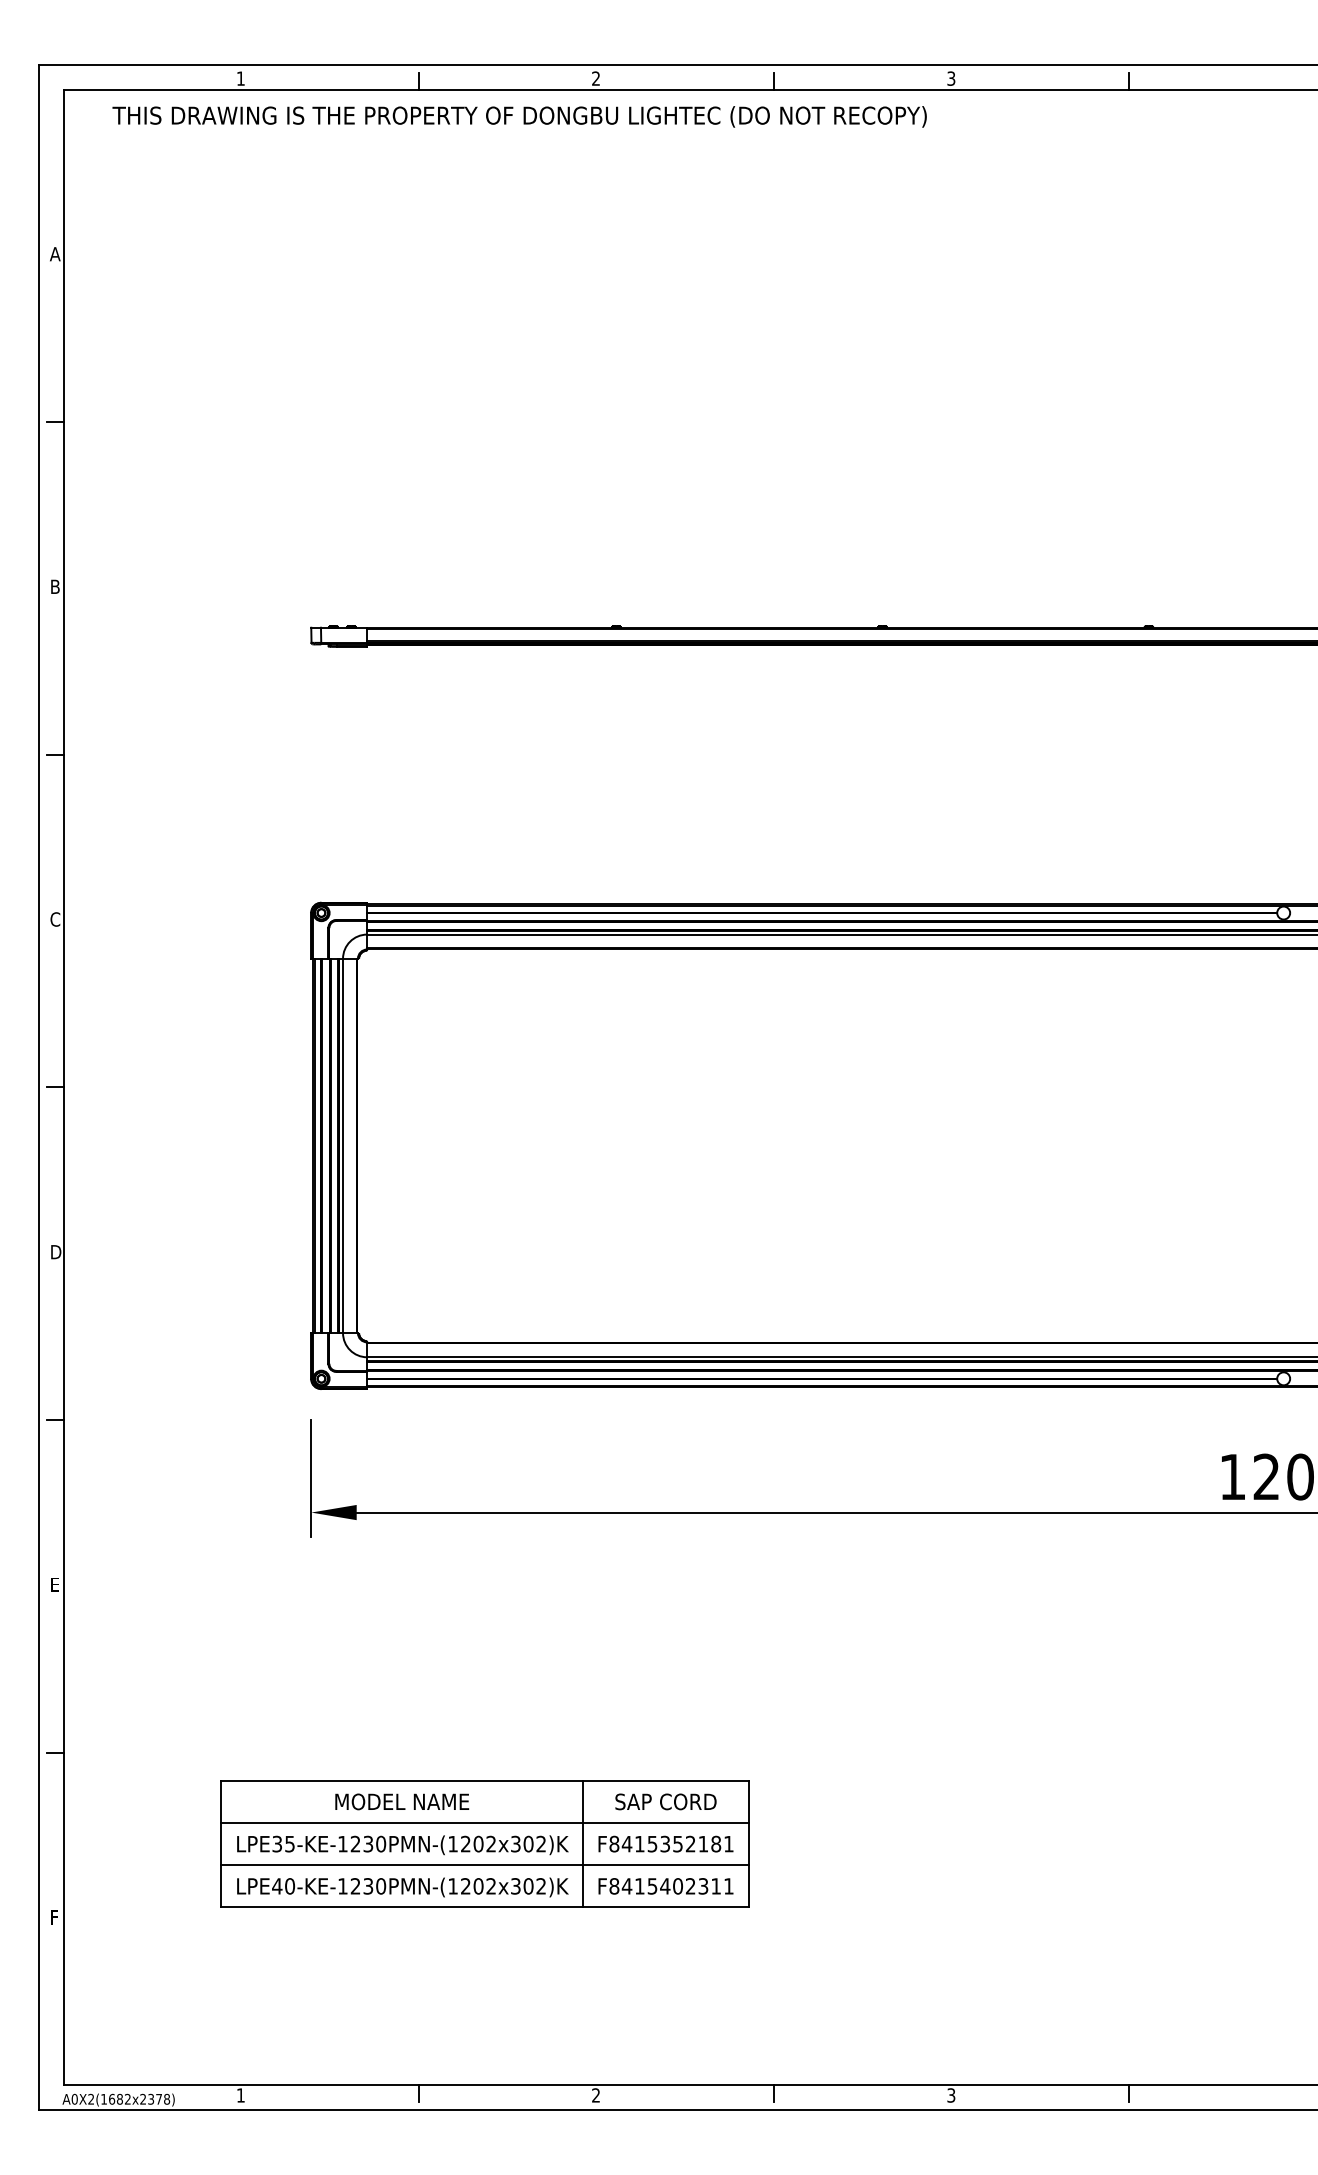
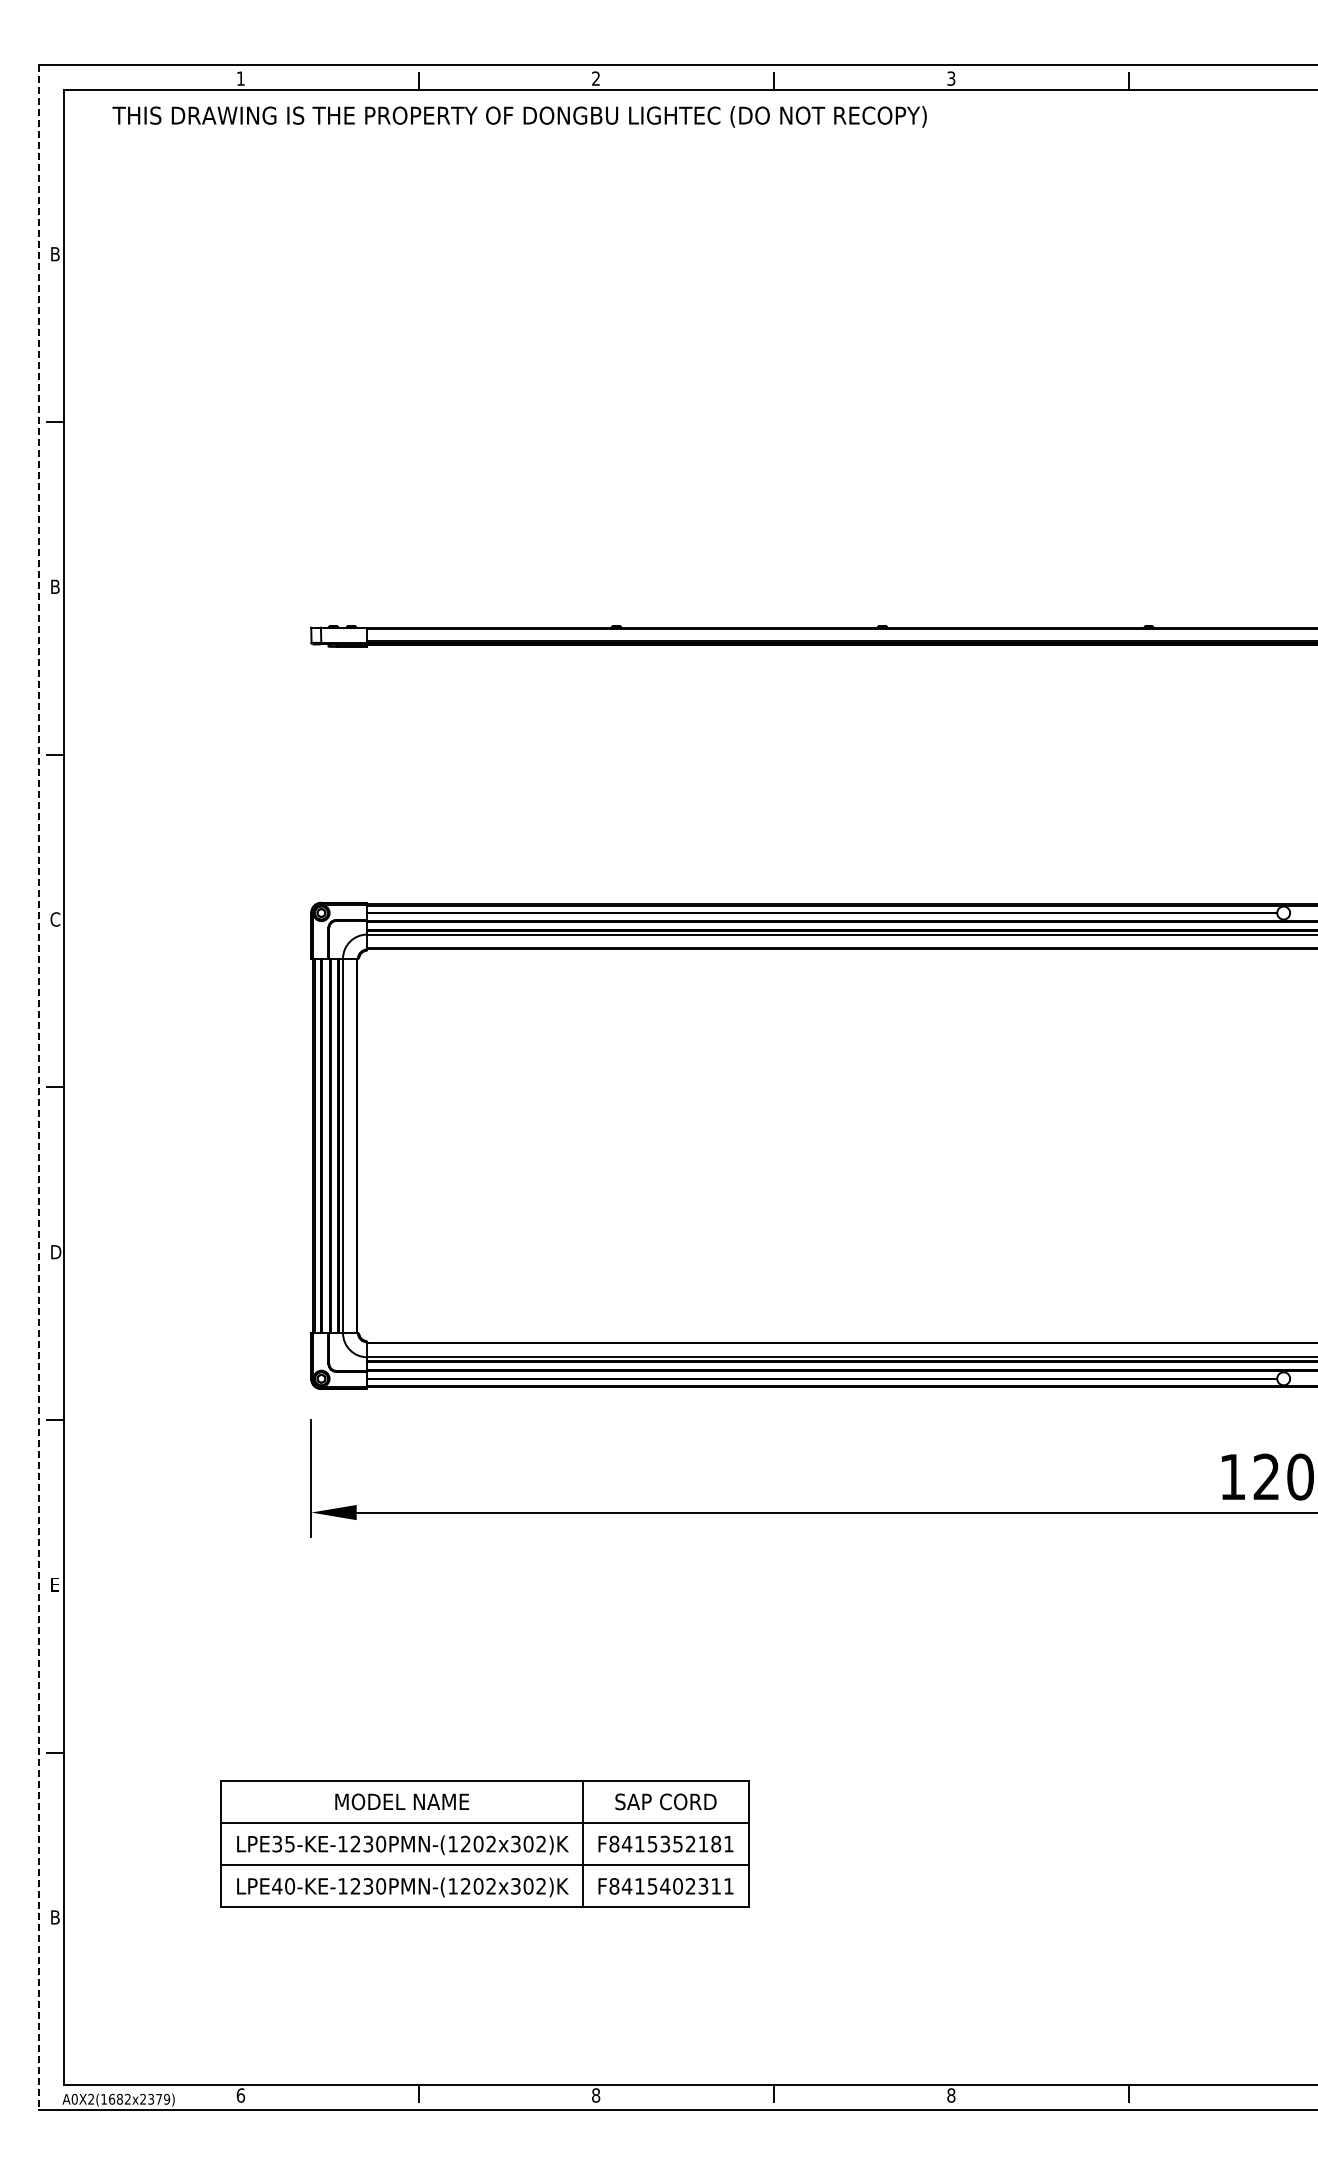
text at (55, 254): A -> B
line at (39, 1088): solid -> dashed
text at (55, 1917): F -> B
text at (240, 2095): 1 -> 6
text at (596, 2095): 2 -> 8
text at (951, 2095): 3 -> 8
text at (167, 2099): A0X2(1682x2378) -> A0X2(1682x2379)
